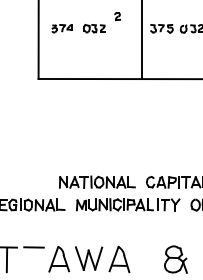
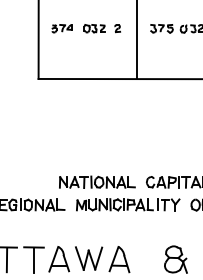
part at (117, 16) position: (117, 16) -> (117, 28)
line at (141, 40) position: (141, 40) -> (136, 40)
line at (33, 259): none -> present
